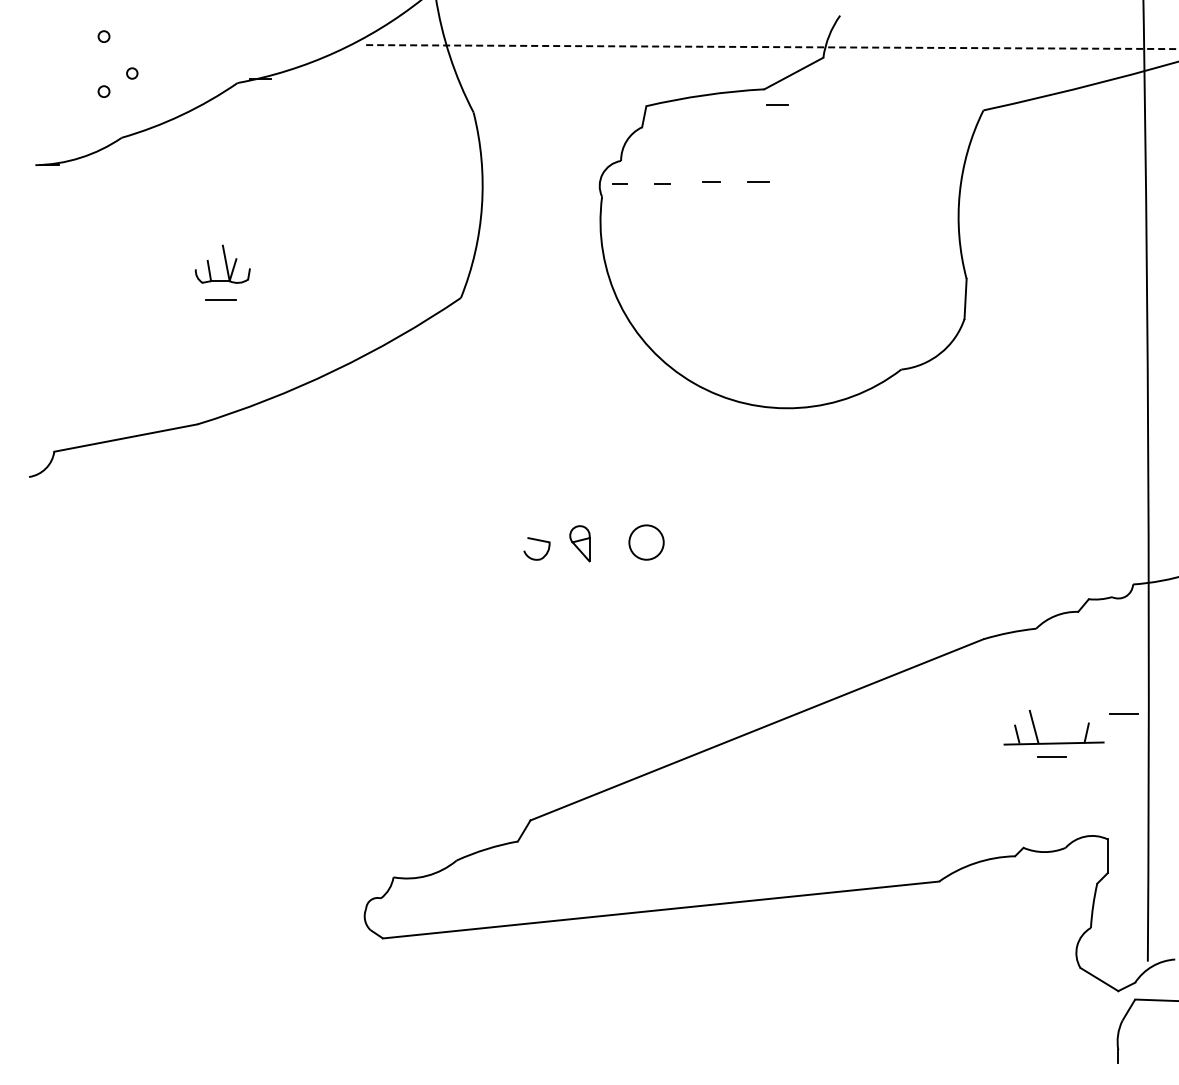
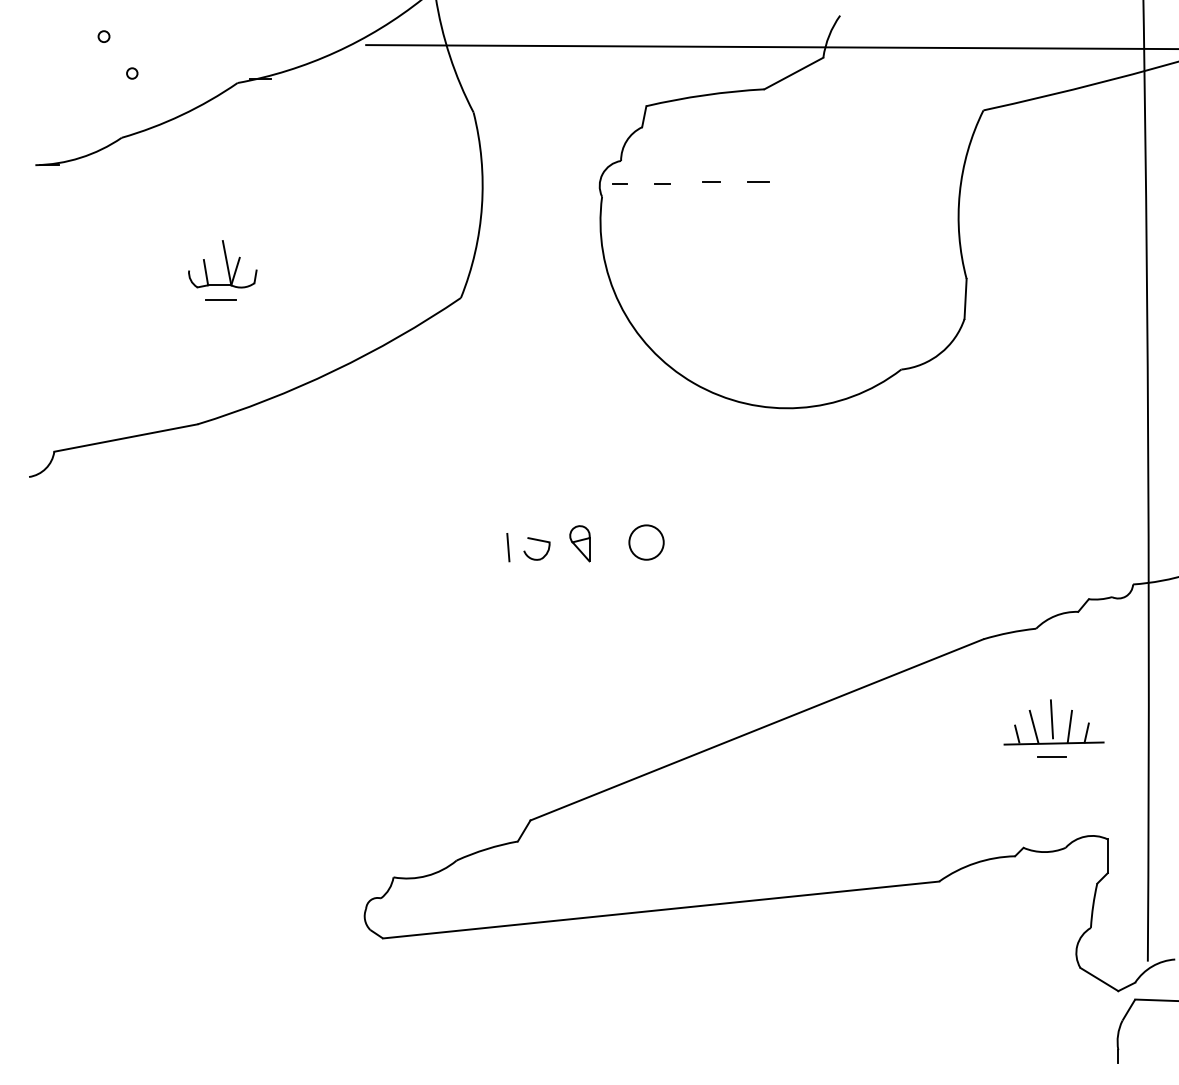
line at (772, 47): dashed -> solid
circle at (103, 91): present -> none
line at (777, 104): present -> none
part at (222, 263) size: 57x40 px -> 70x49 px
line at (508, 547): none -> present
line at (1123, 713): present -> none
line at (1051, 719): none -> present
line at (1069, 726): none -> present
